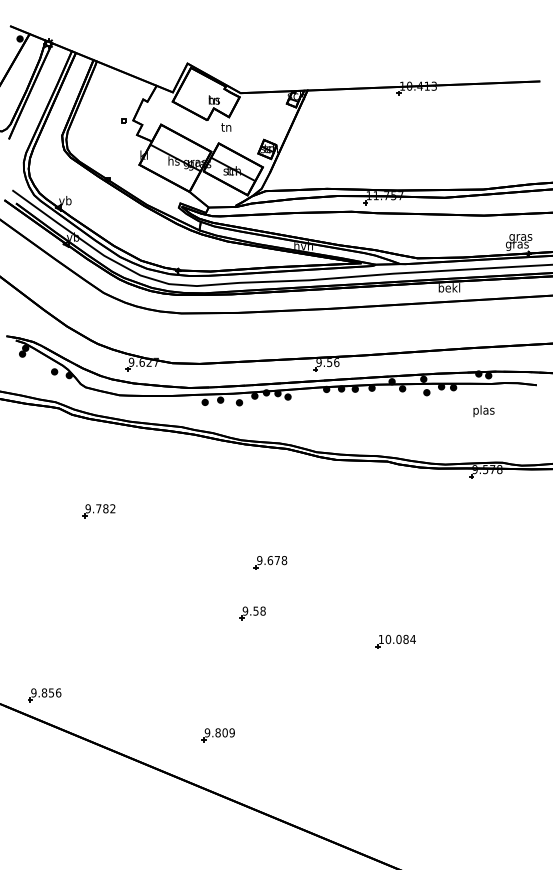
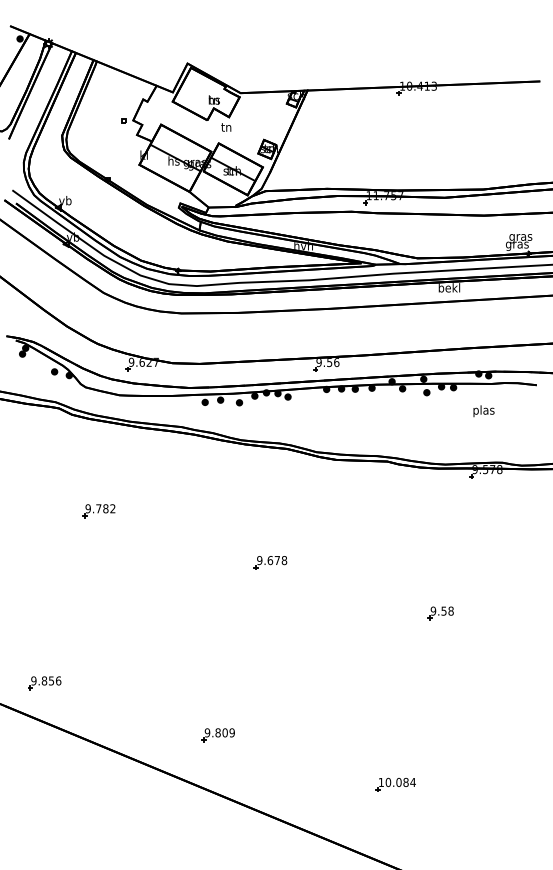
part at (252, 613) position: (252, 613) -> (440, 613)
part at (395, 641) position: (395, 641) -> (395, 784)
part at (44, 695) position: (44, 695) -> (44, 683)
